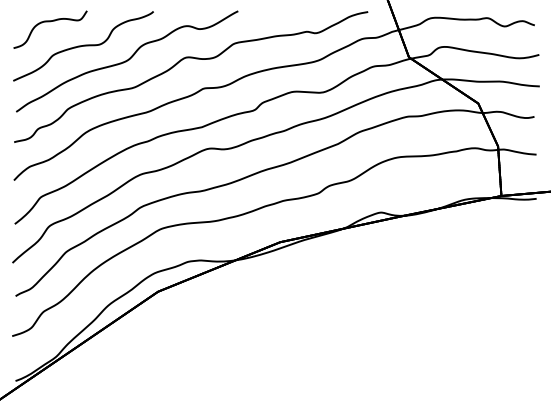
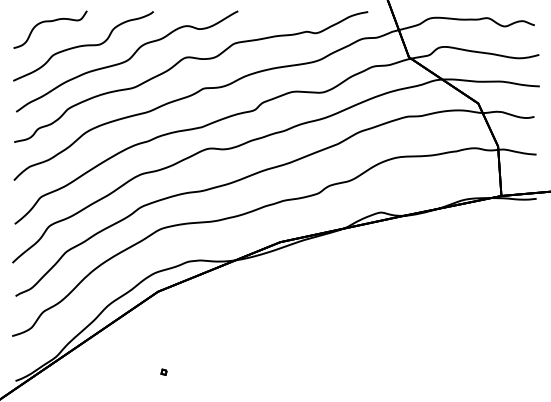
part at (163, 371): none -> present
